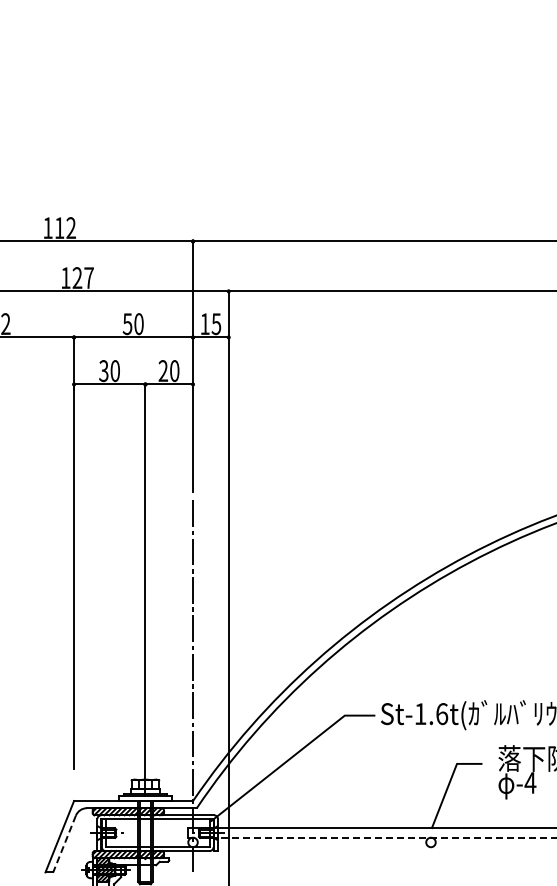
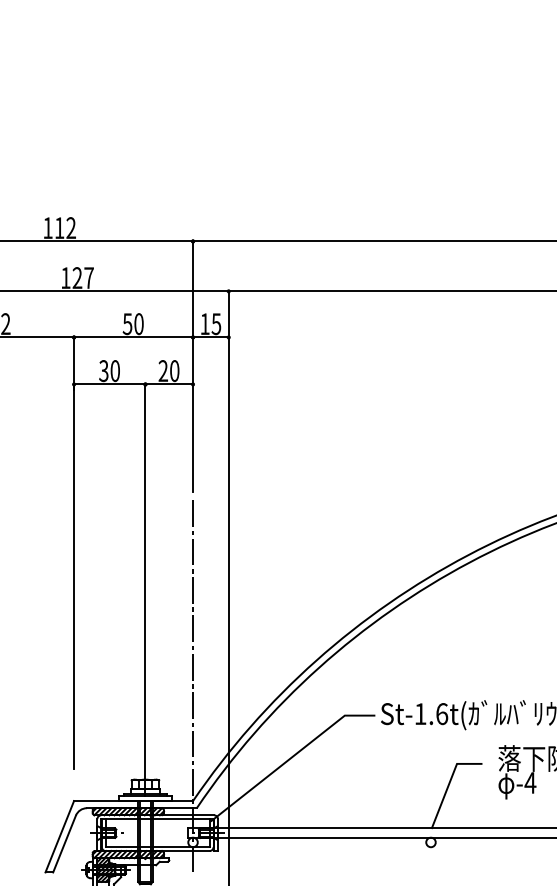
line at (372, 837): dashed -> solid
line at (64, 844): dashed -> solid
